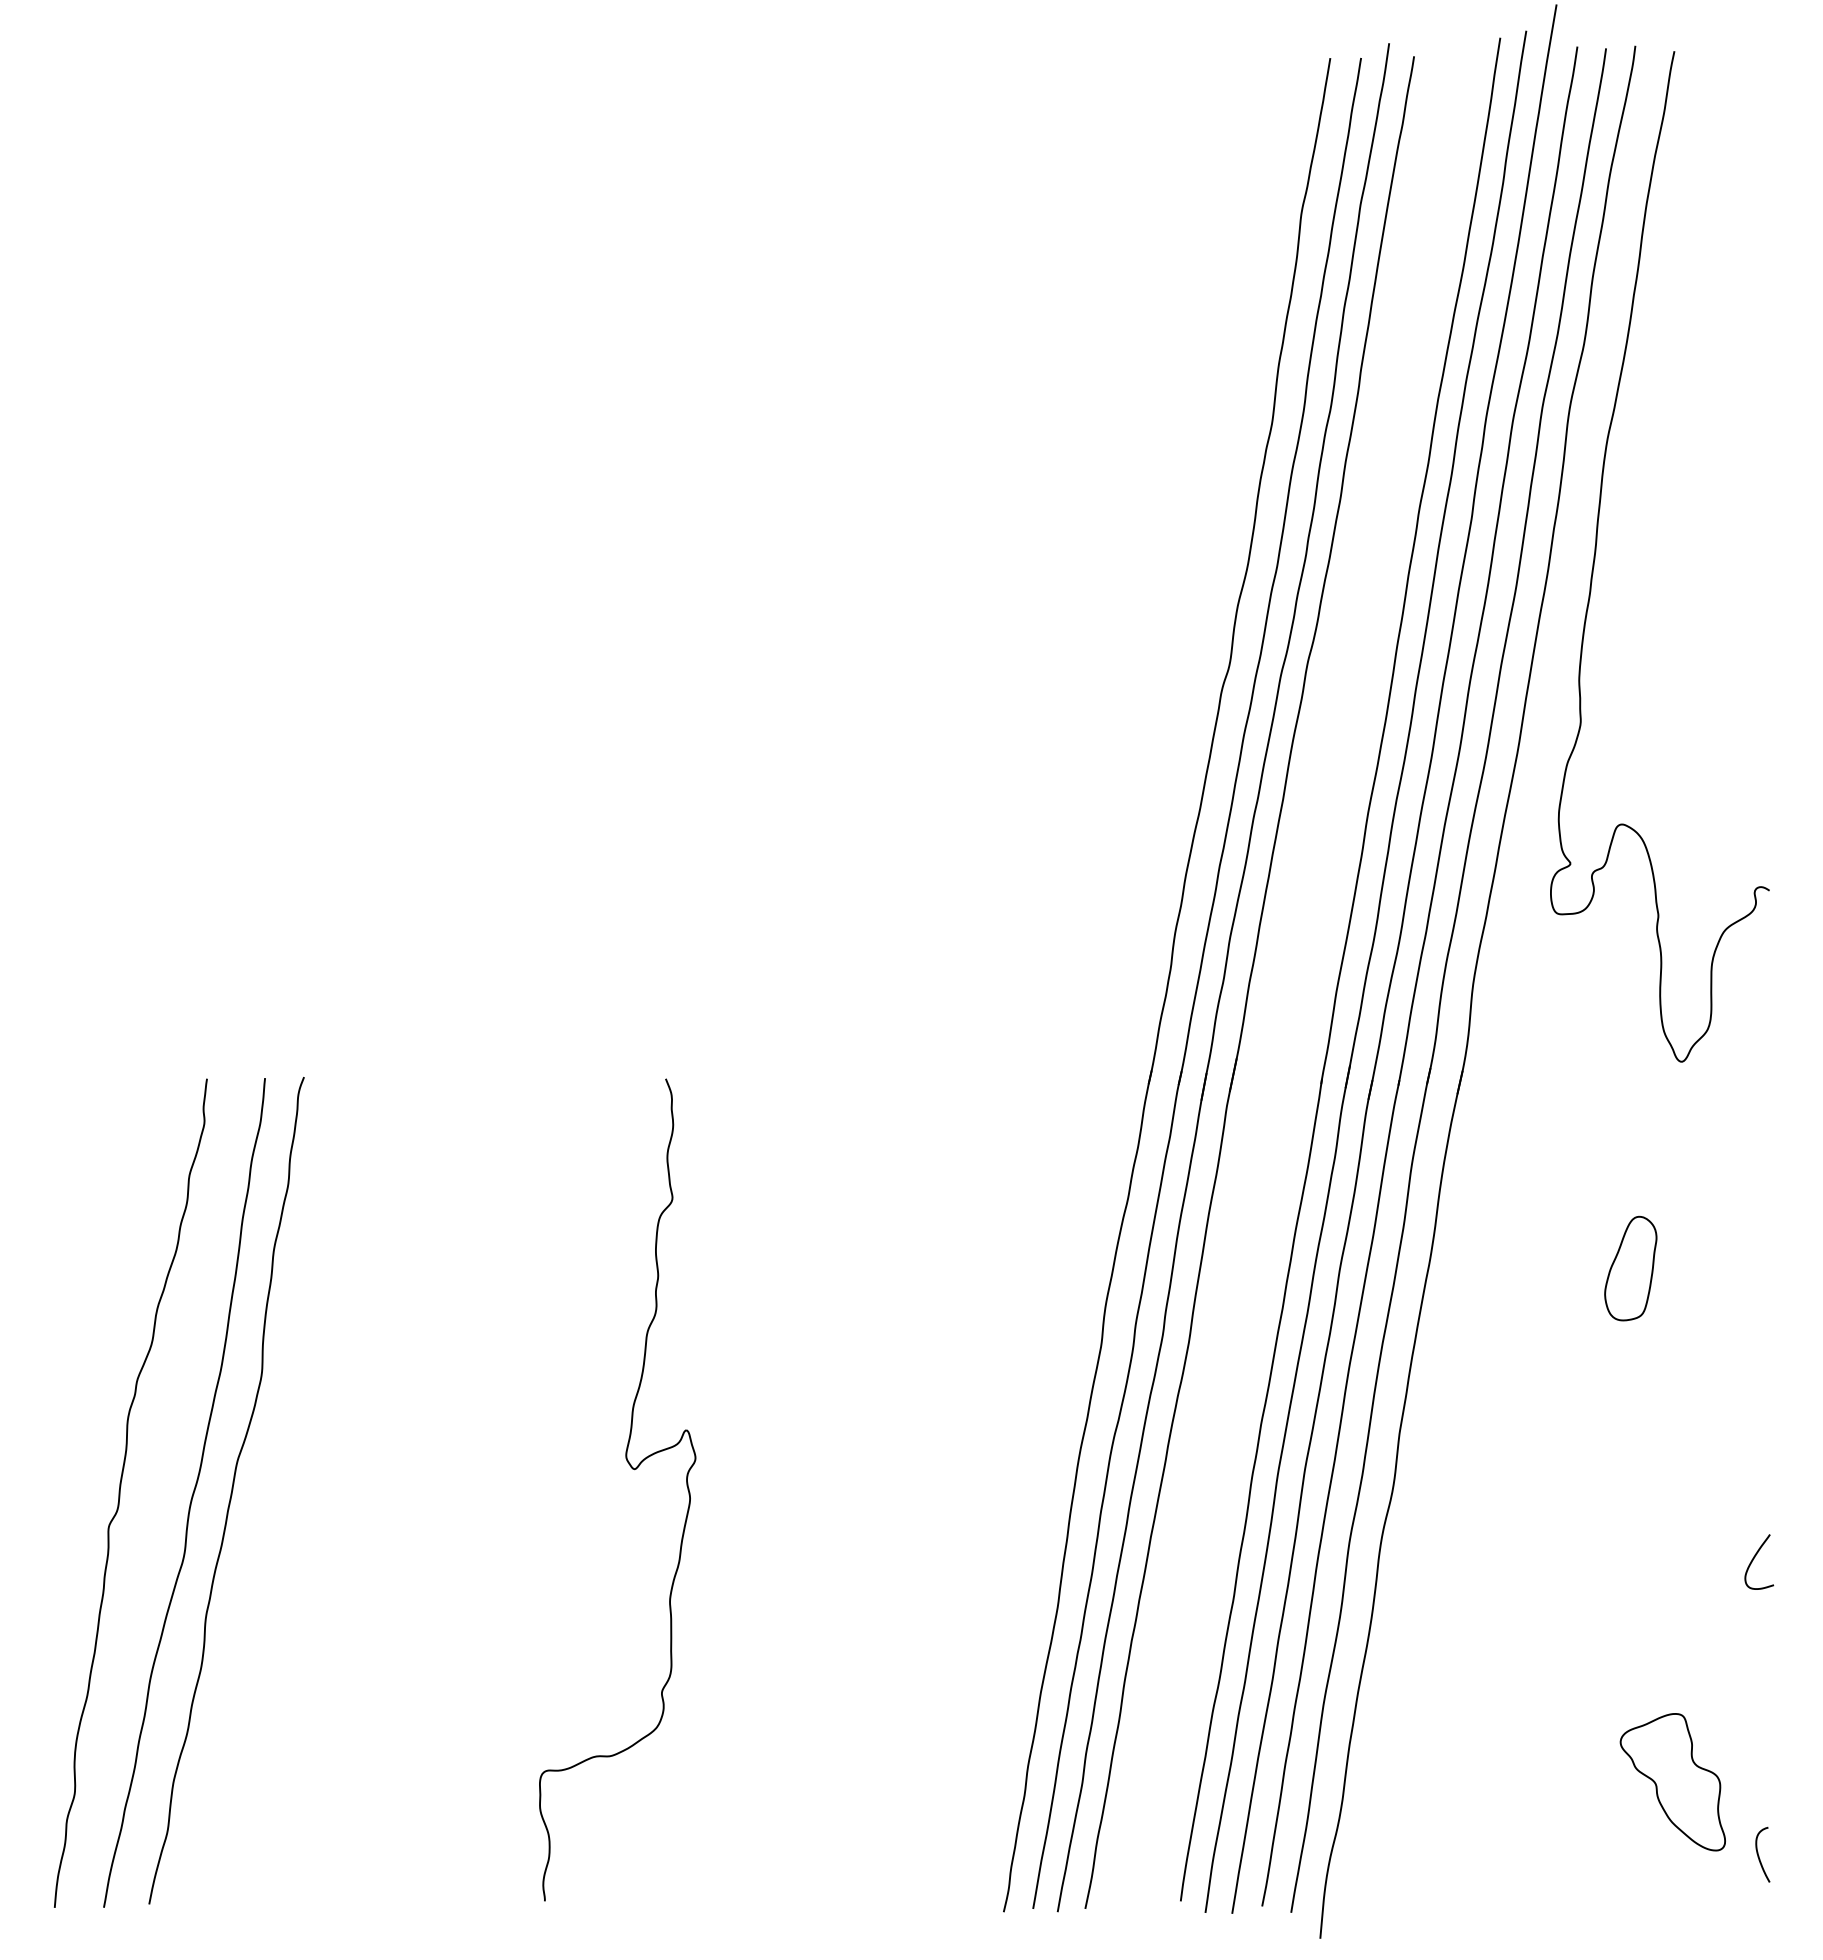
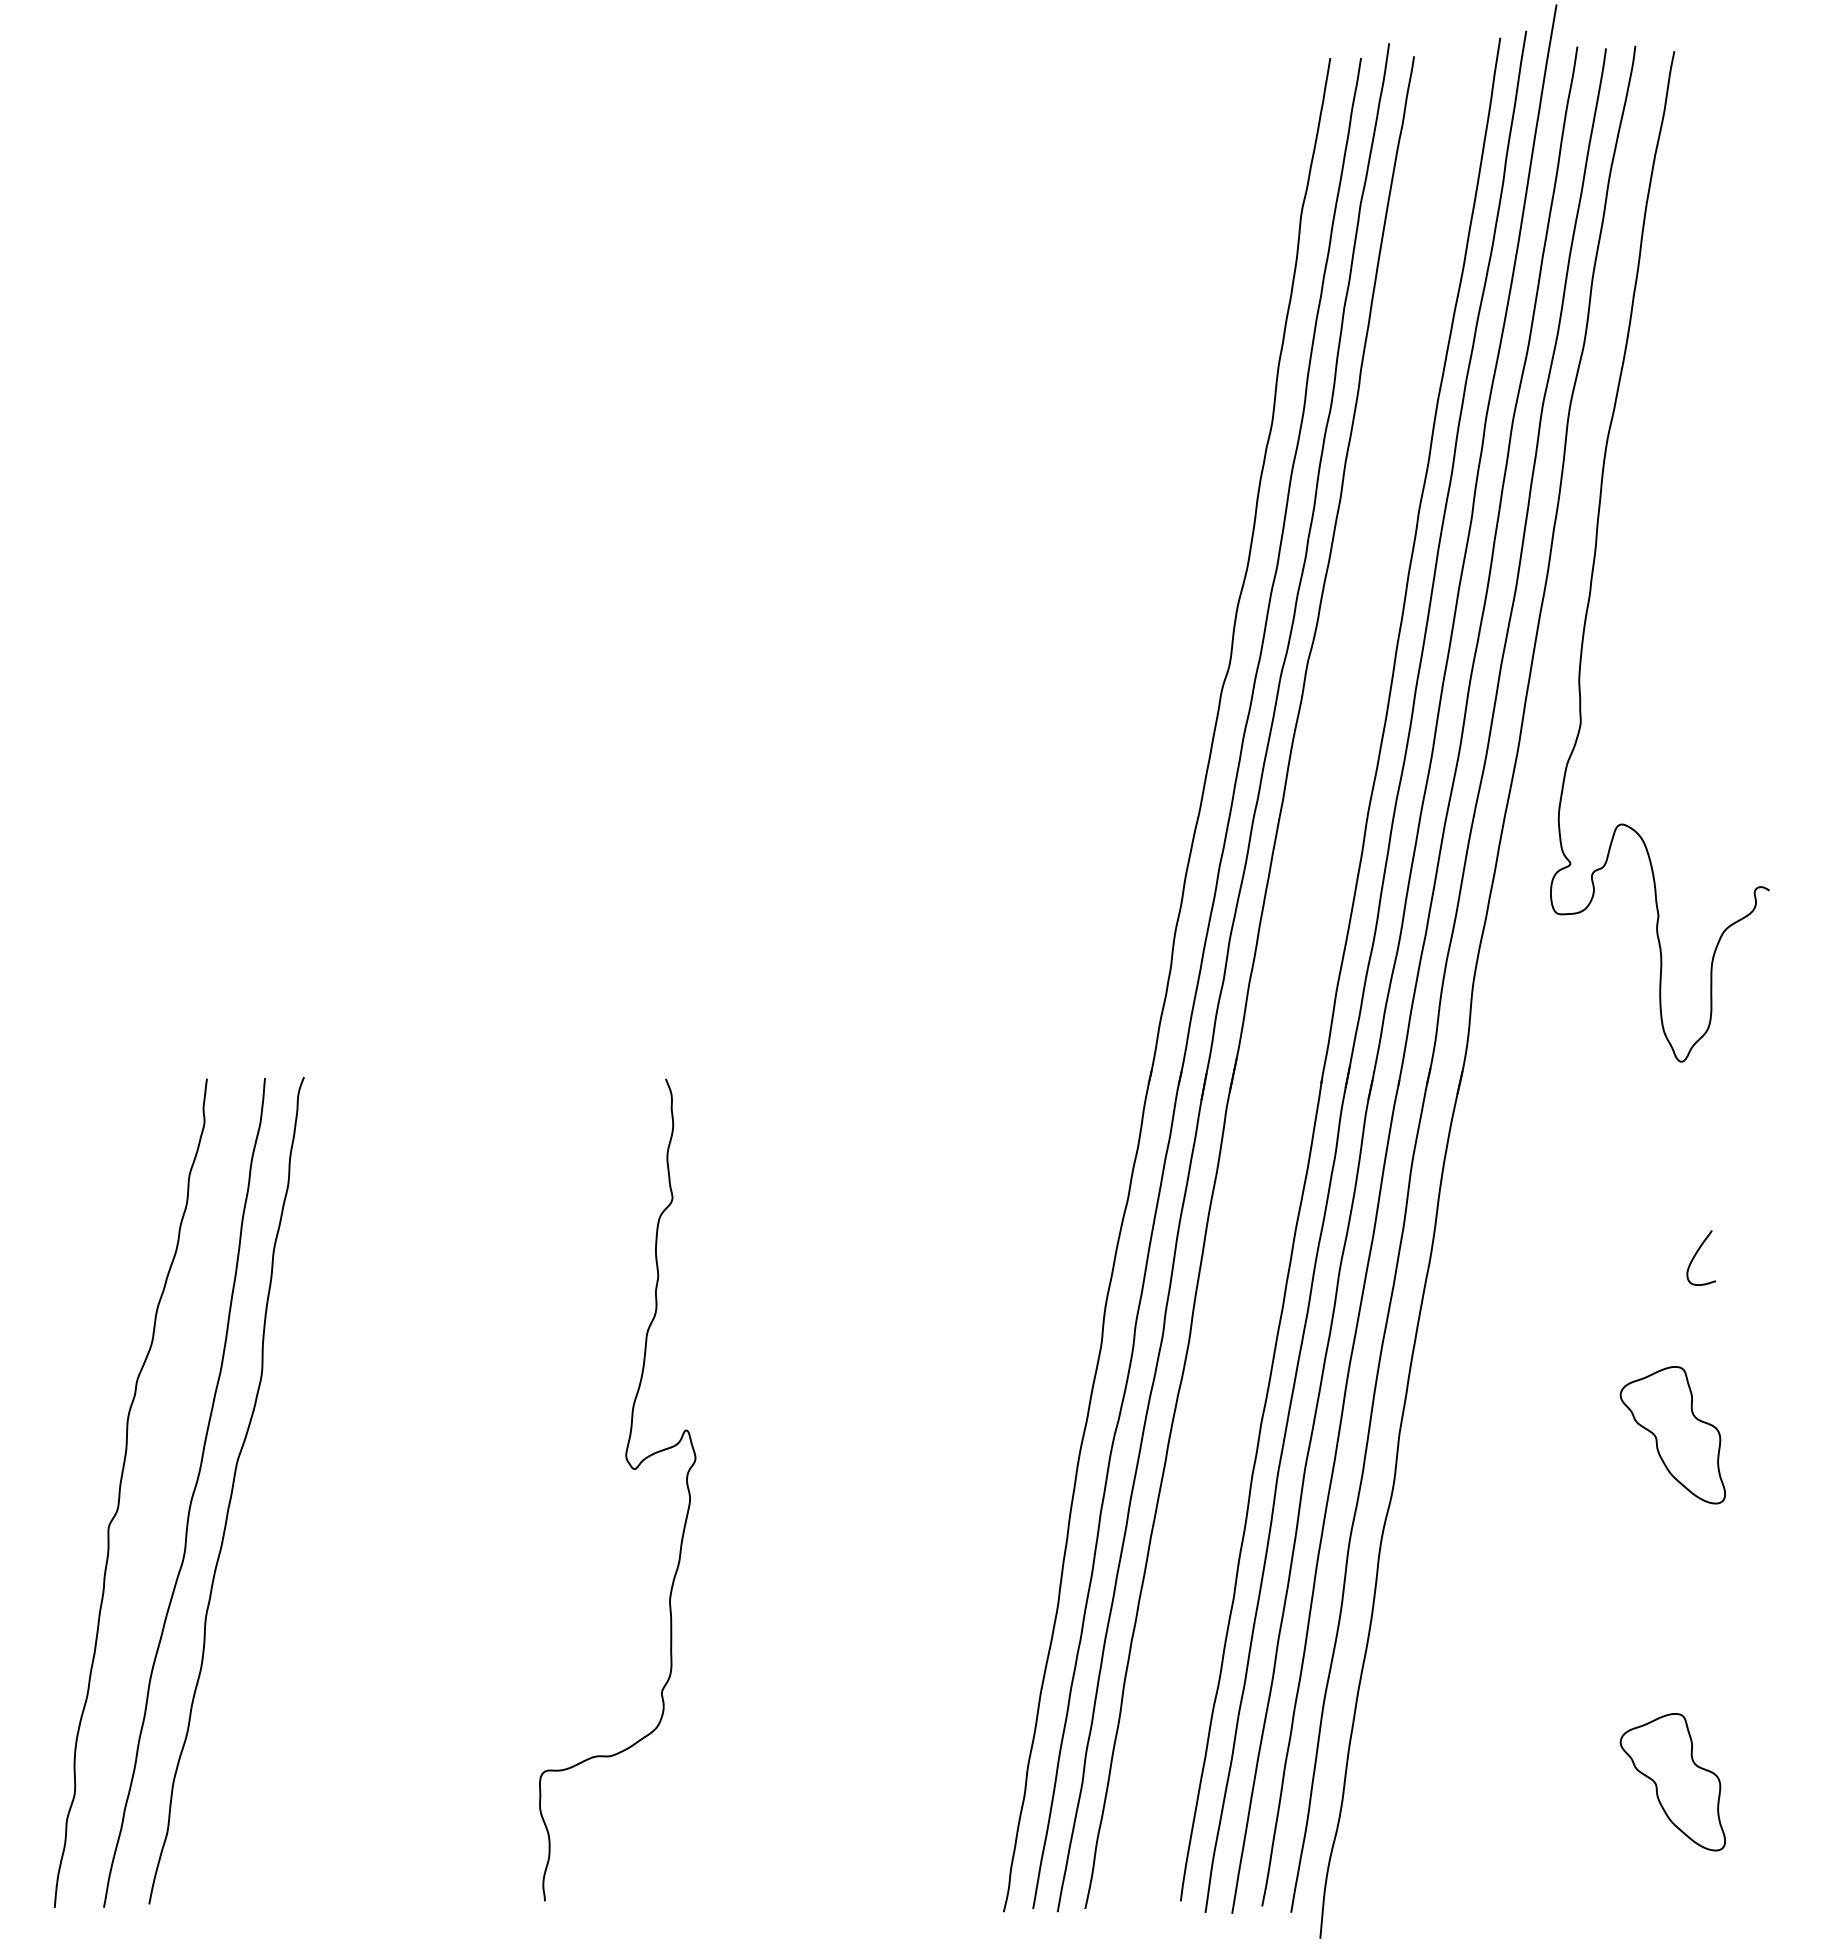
part at (1630, 1268): present -> none
part at (1672, 1435): none -> present
curve at (1755, 1557) position: (1755, 1557) -> (1697, 1253)
curve at (1759, 1855): present -> none
